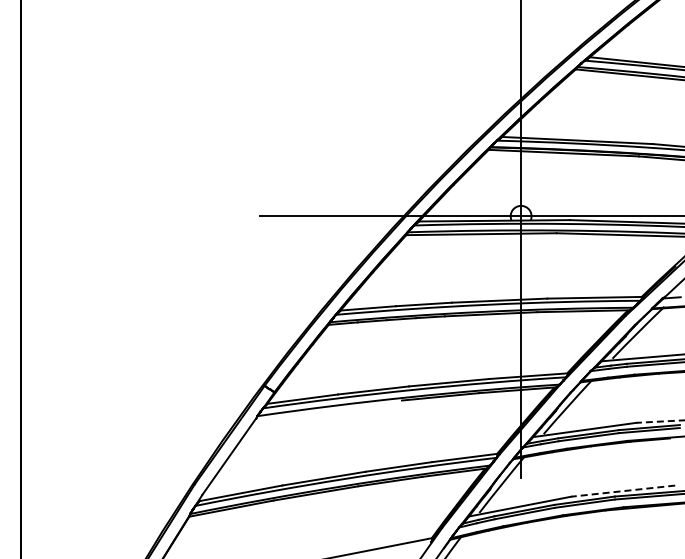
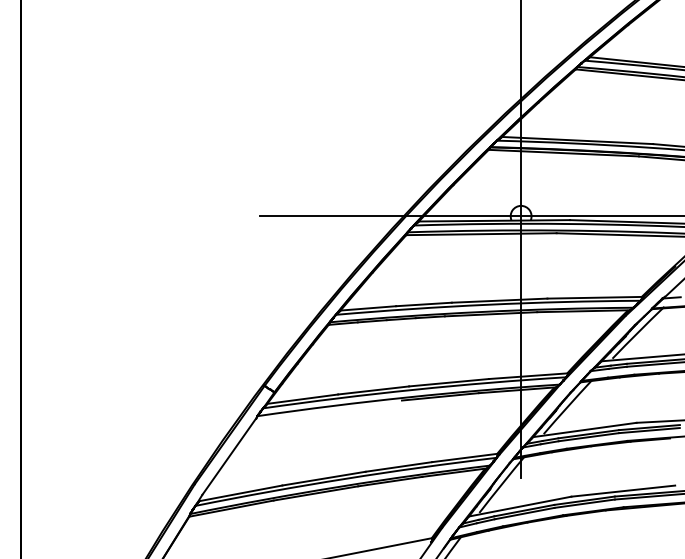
line at (660, 421): dashed -> solid
line at (622, 491): dashed -> solid
